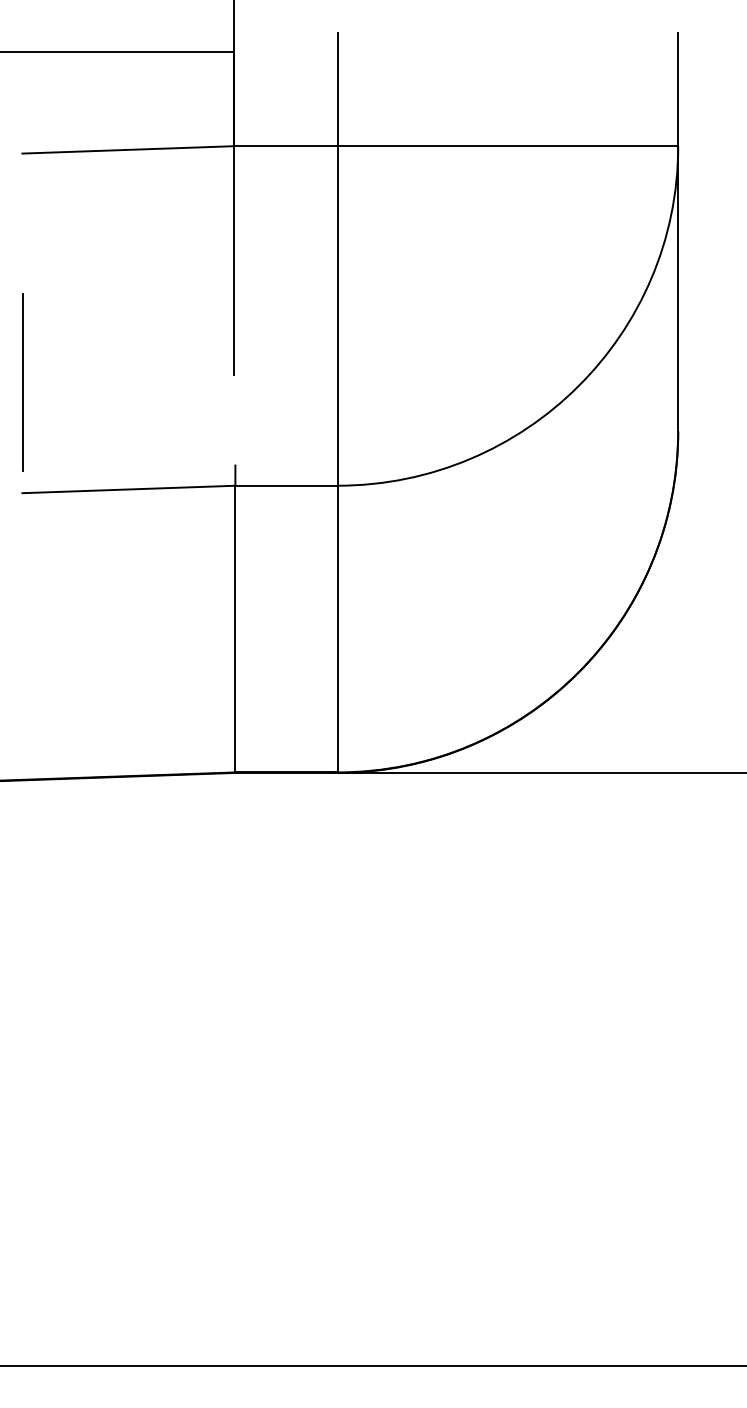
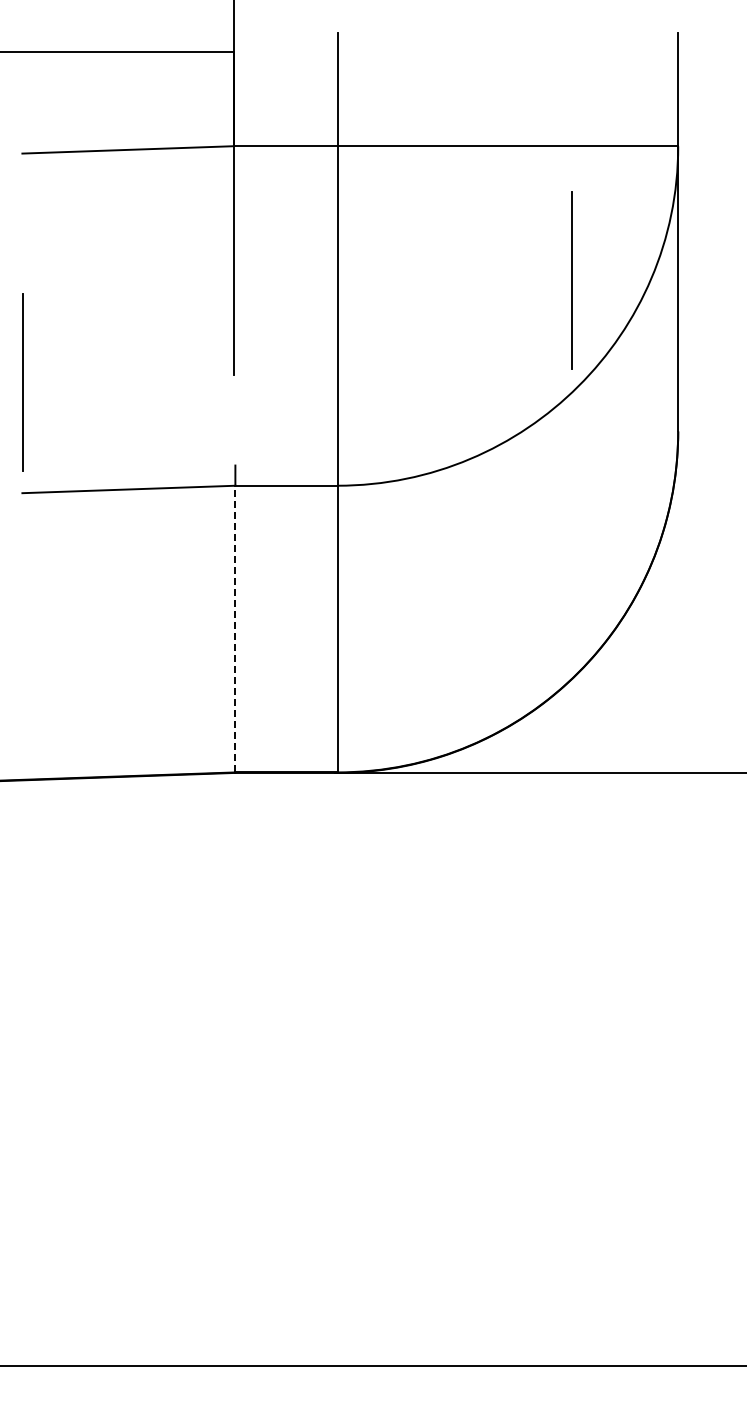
line at (571, 280): none -> present
line at (235, 628): solid -> dashed
